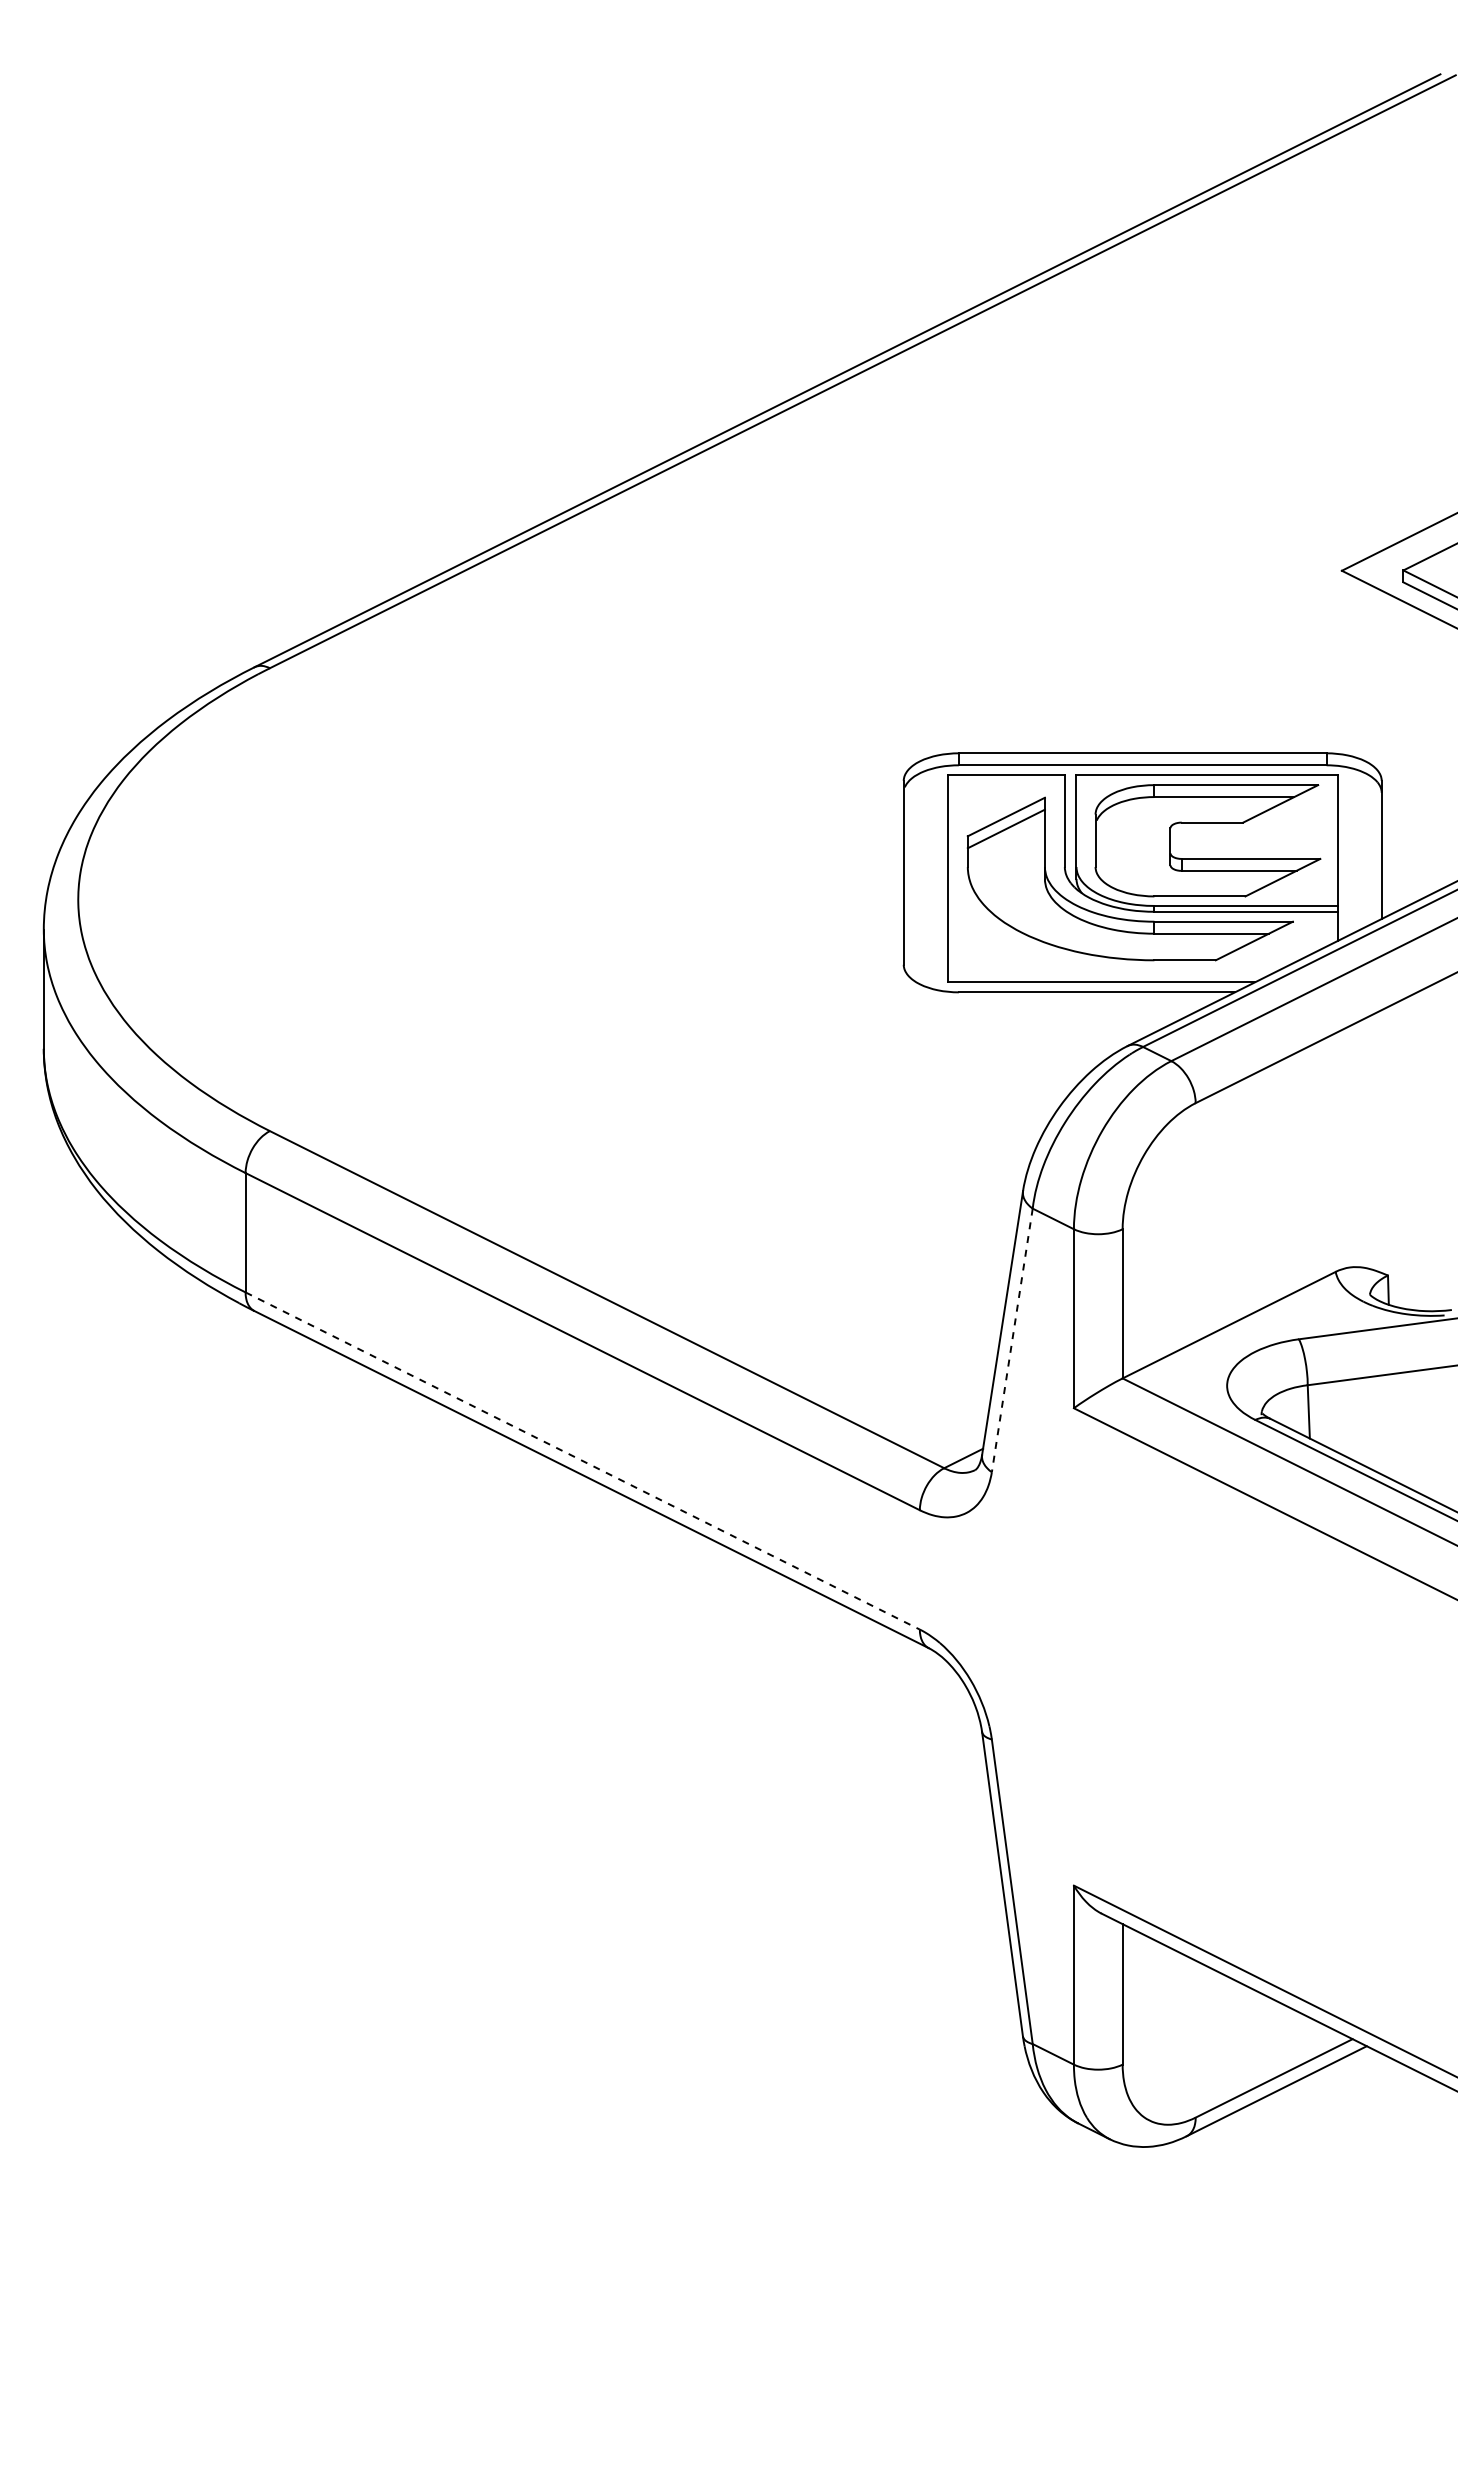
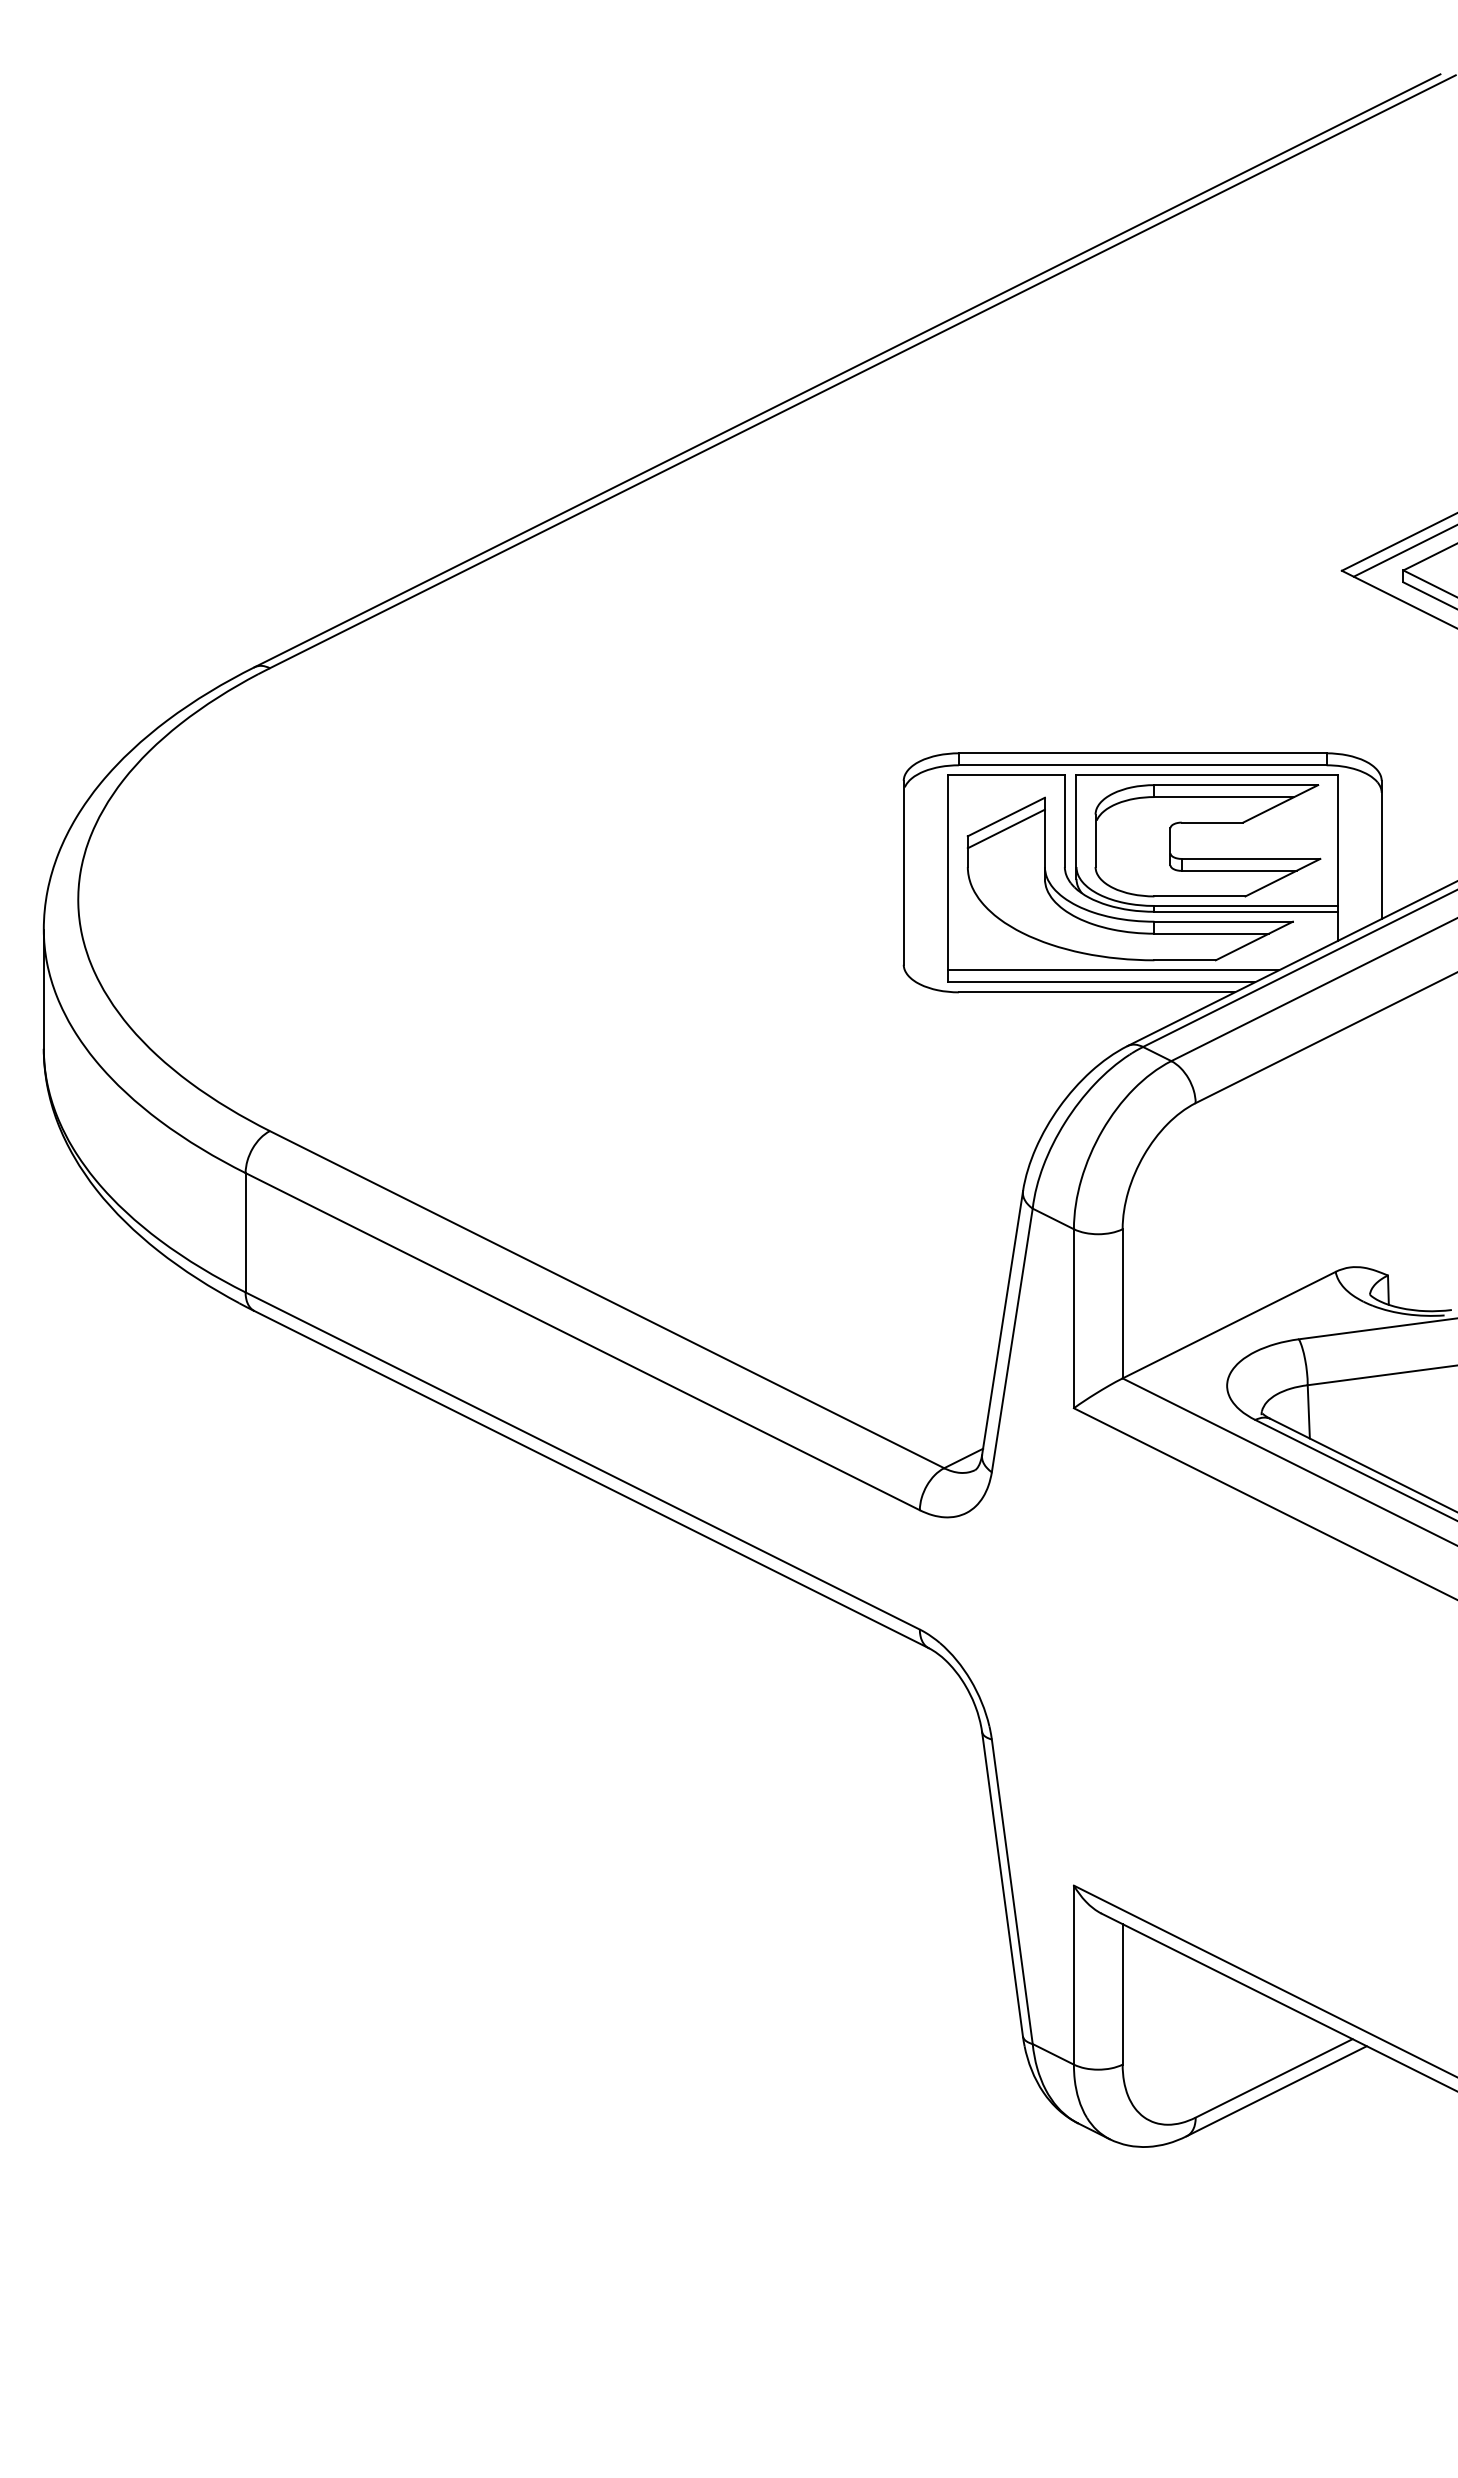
line at (1403, 551): none -> present
line at (1113, 970): none -> present
line at (1012, 1340): dashed -> solid
line at (582, 1461): dashed -> solid
